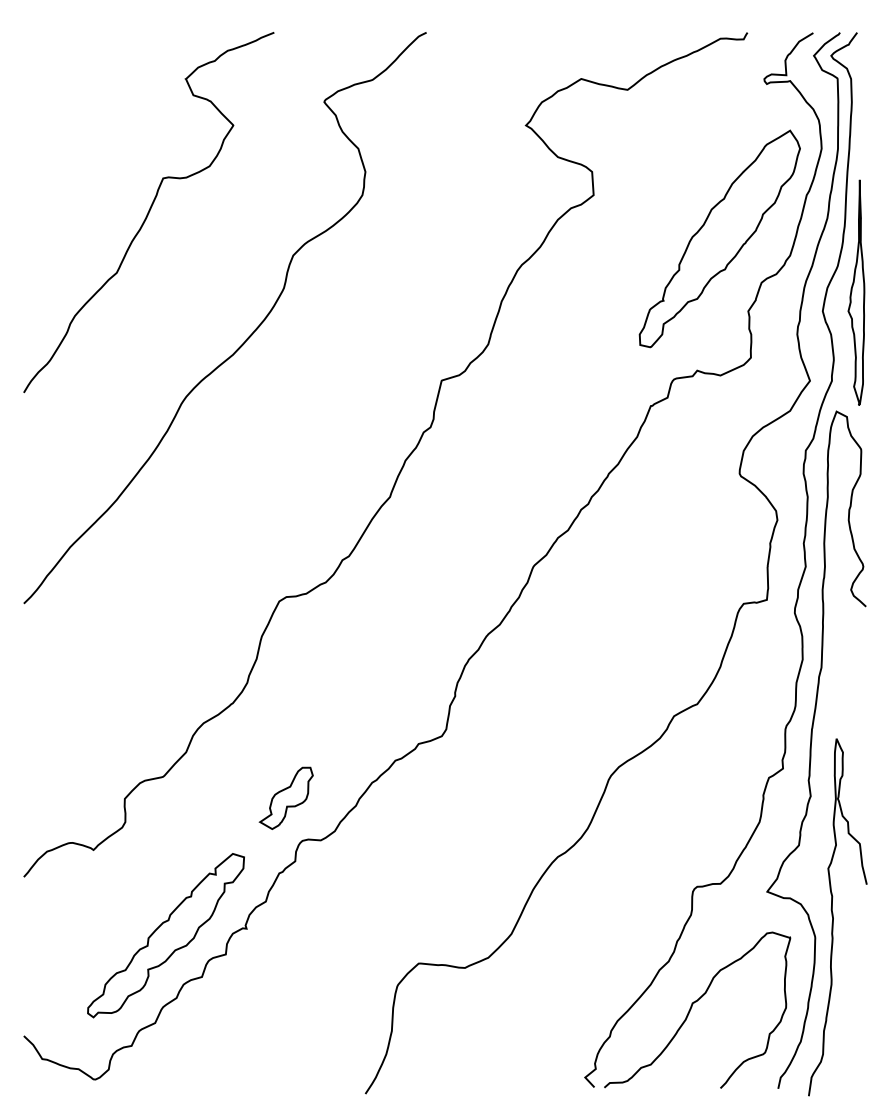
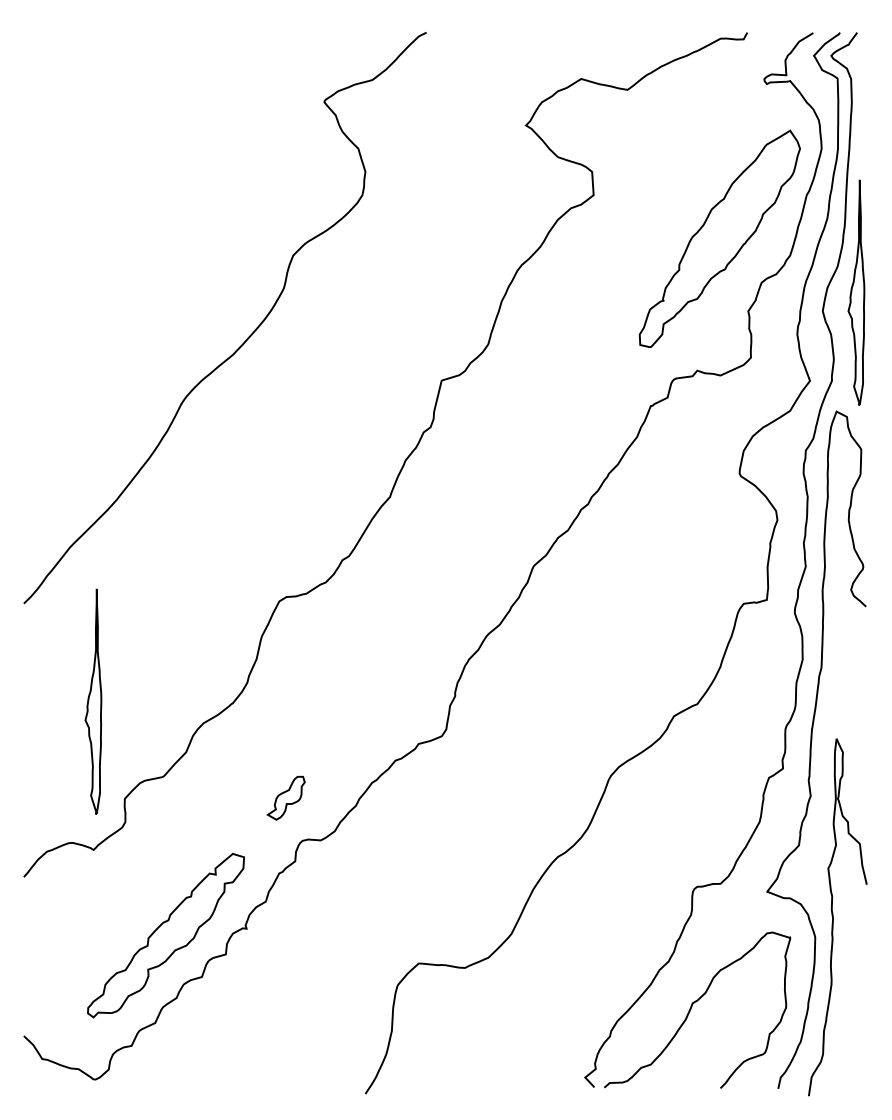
curve at (148, 212): present -> none
part at (93, 701): none -> present
part at (285, 797) size: 56x64 px -> 40x46 px
